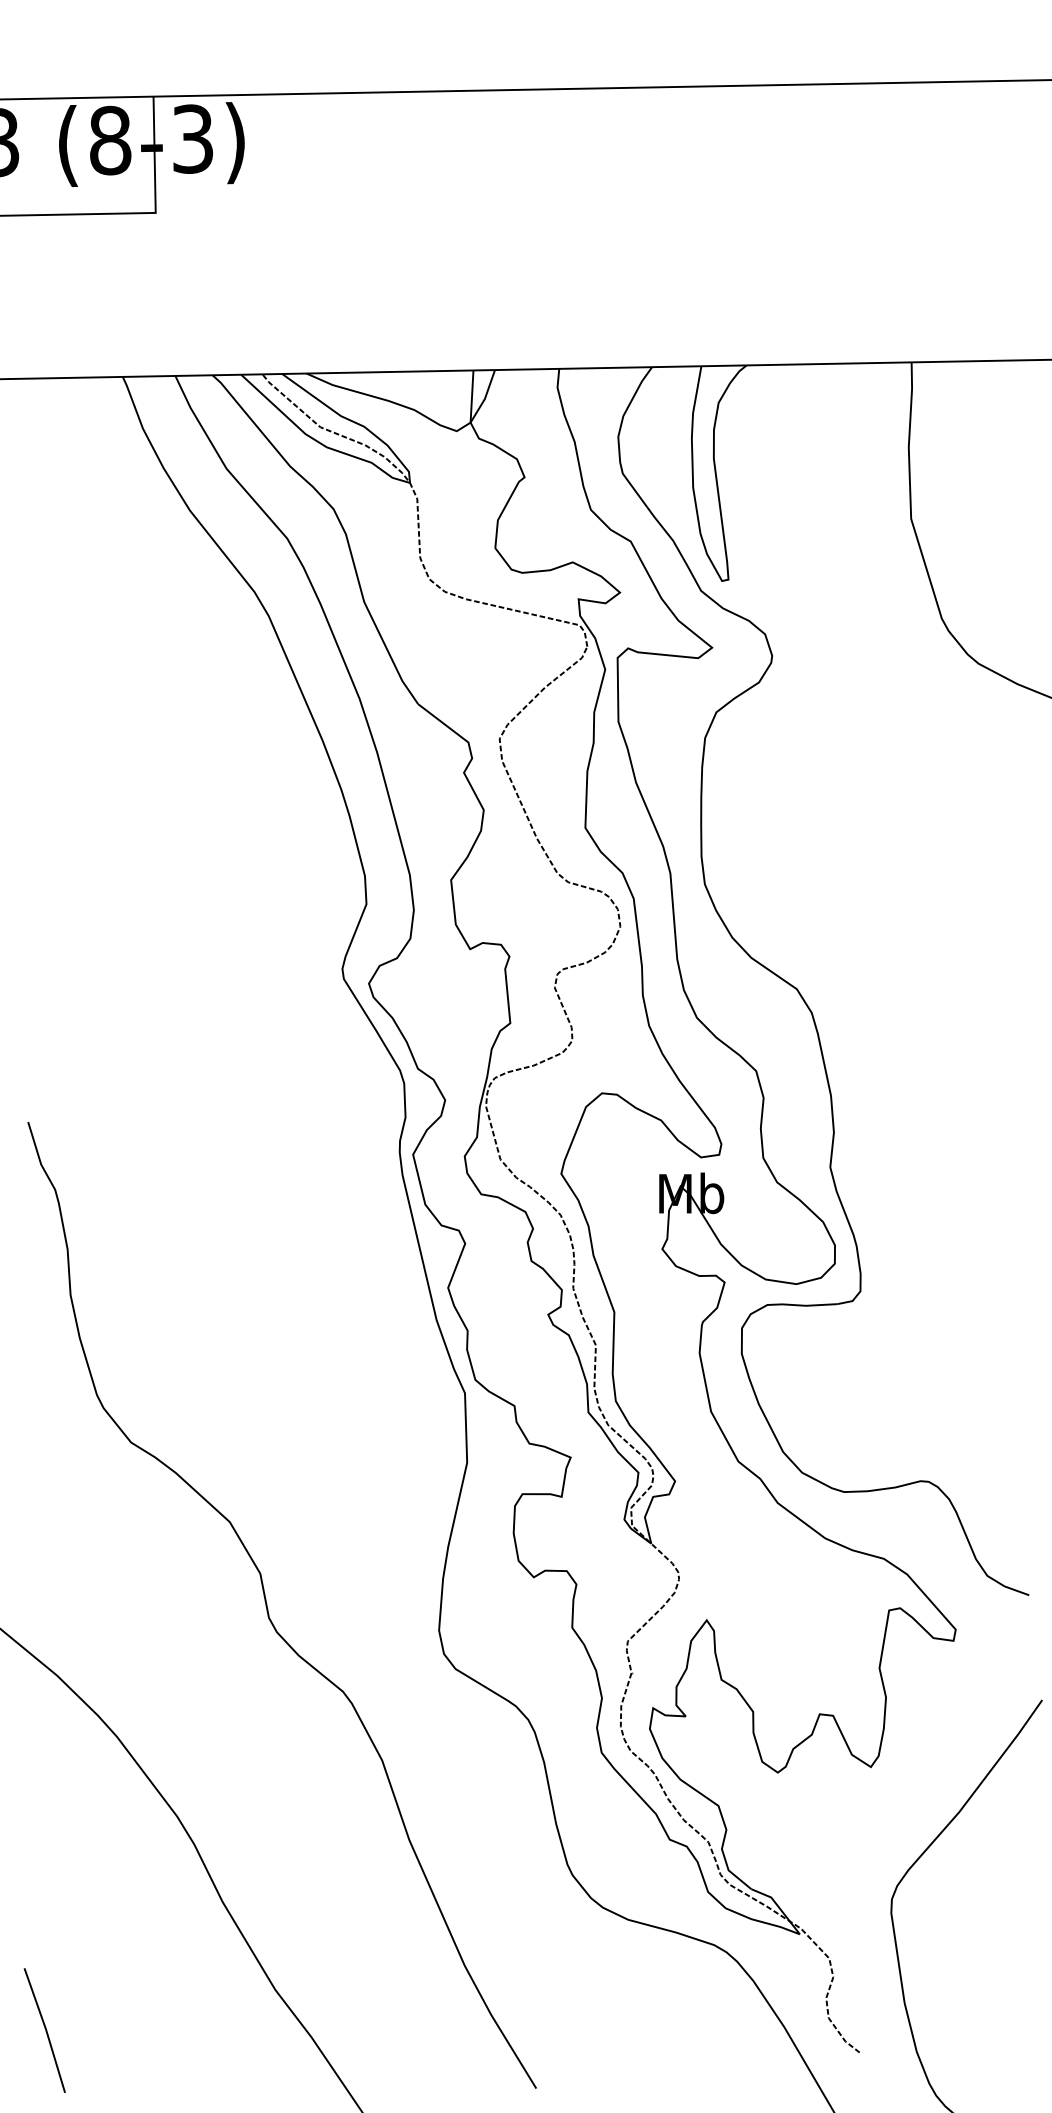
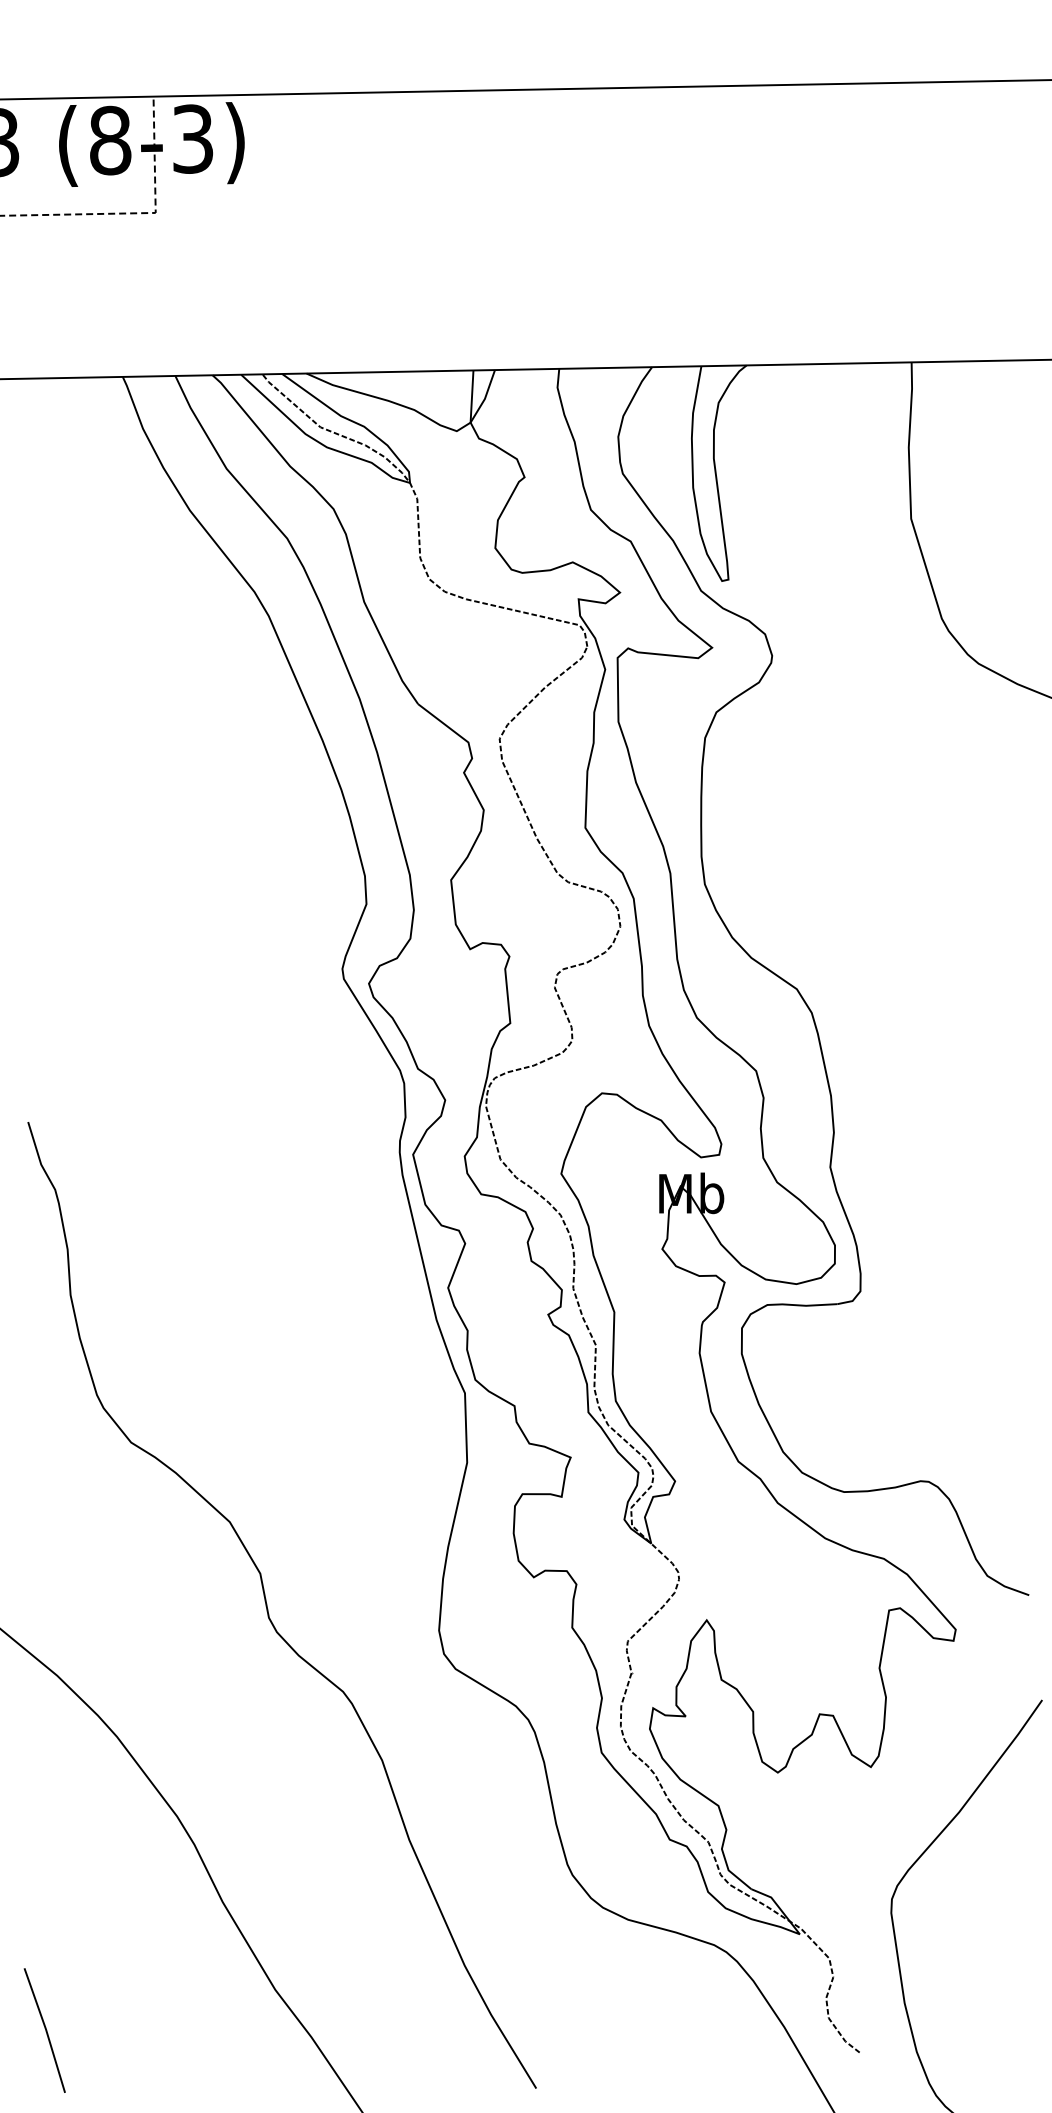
line at (136, 213): solid -> dashed
